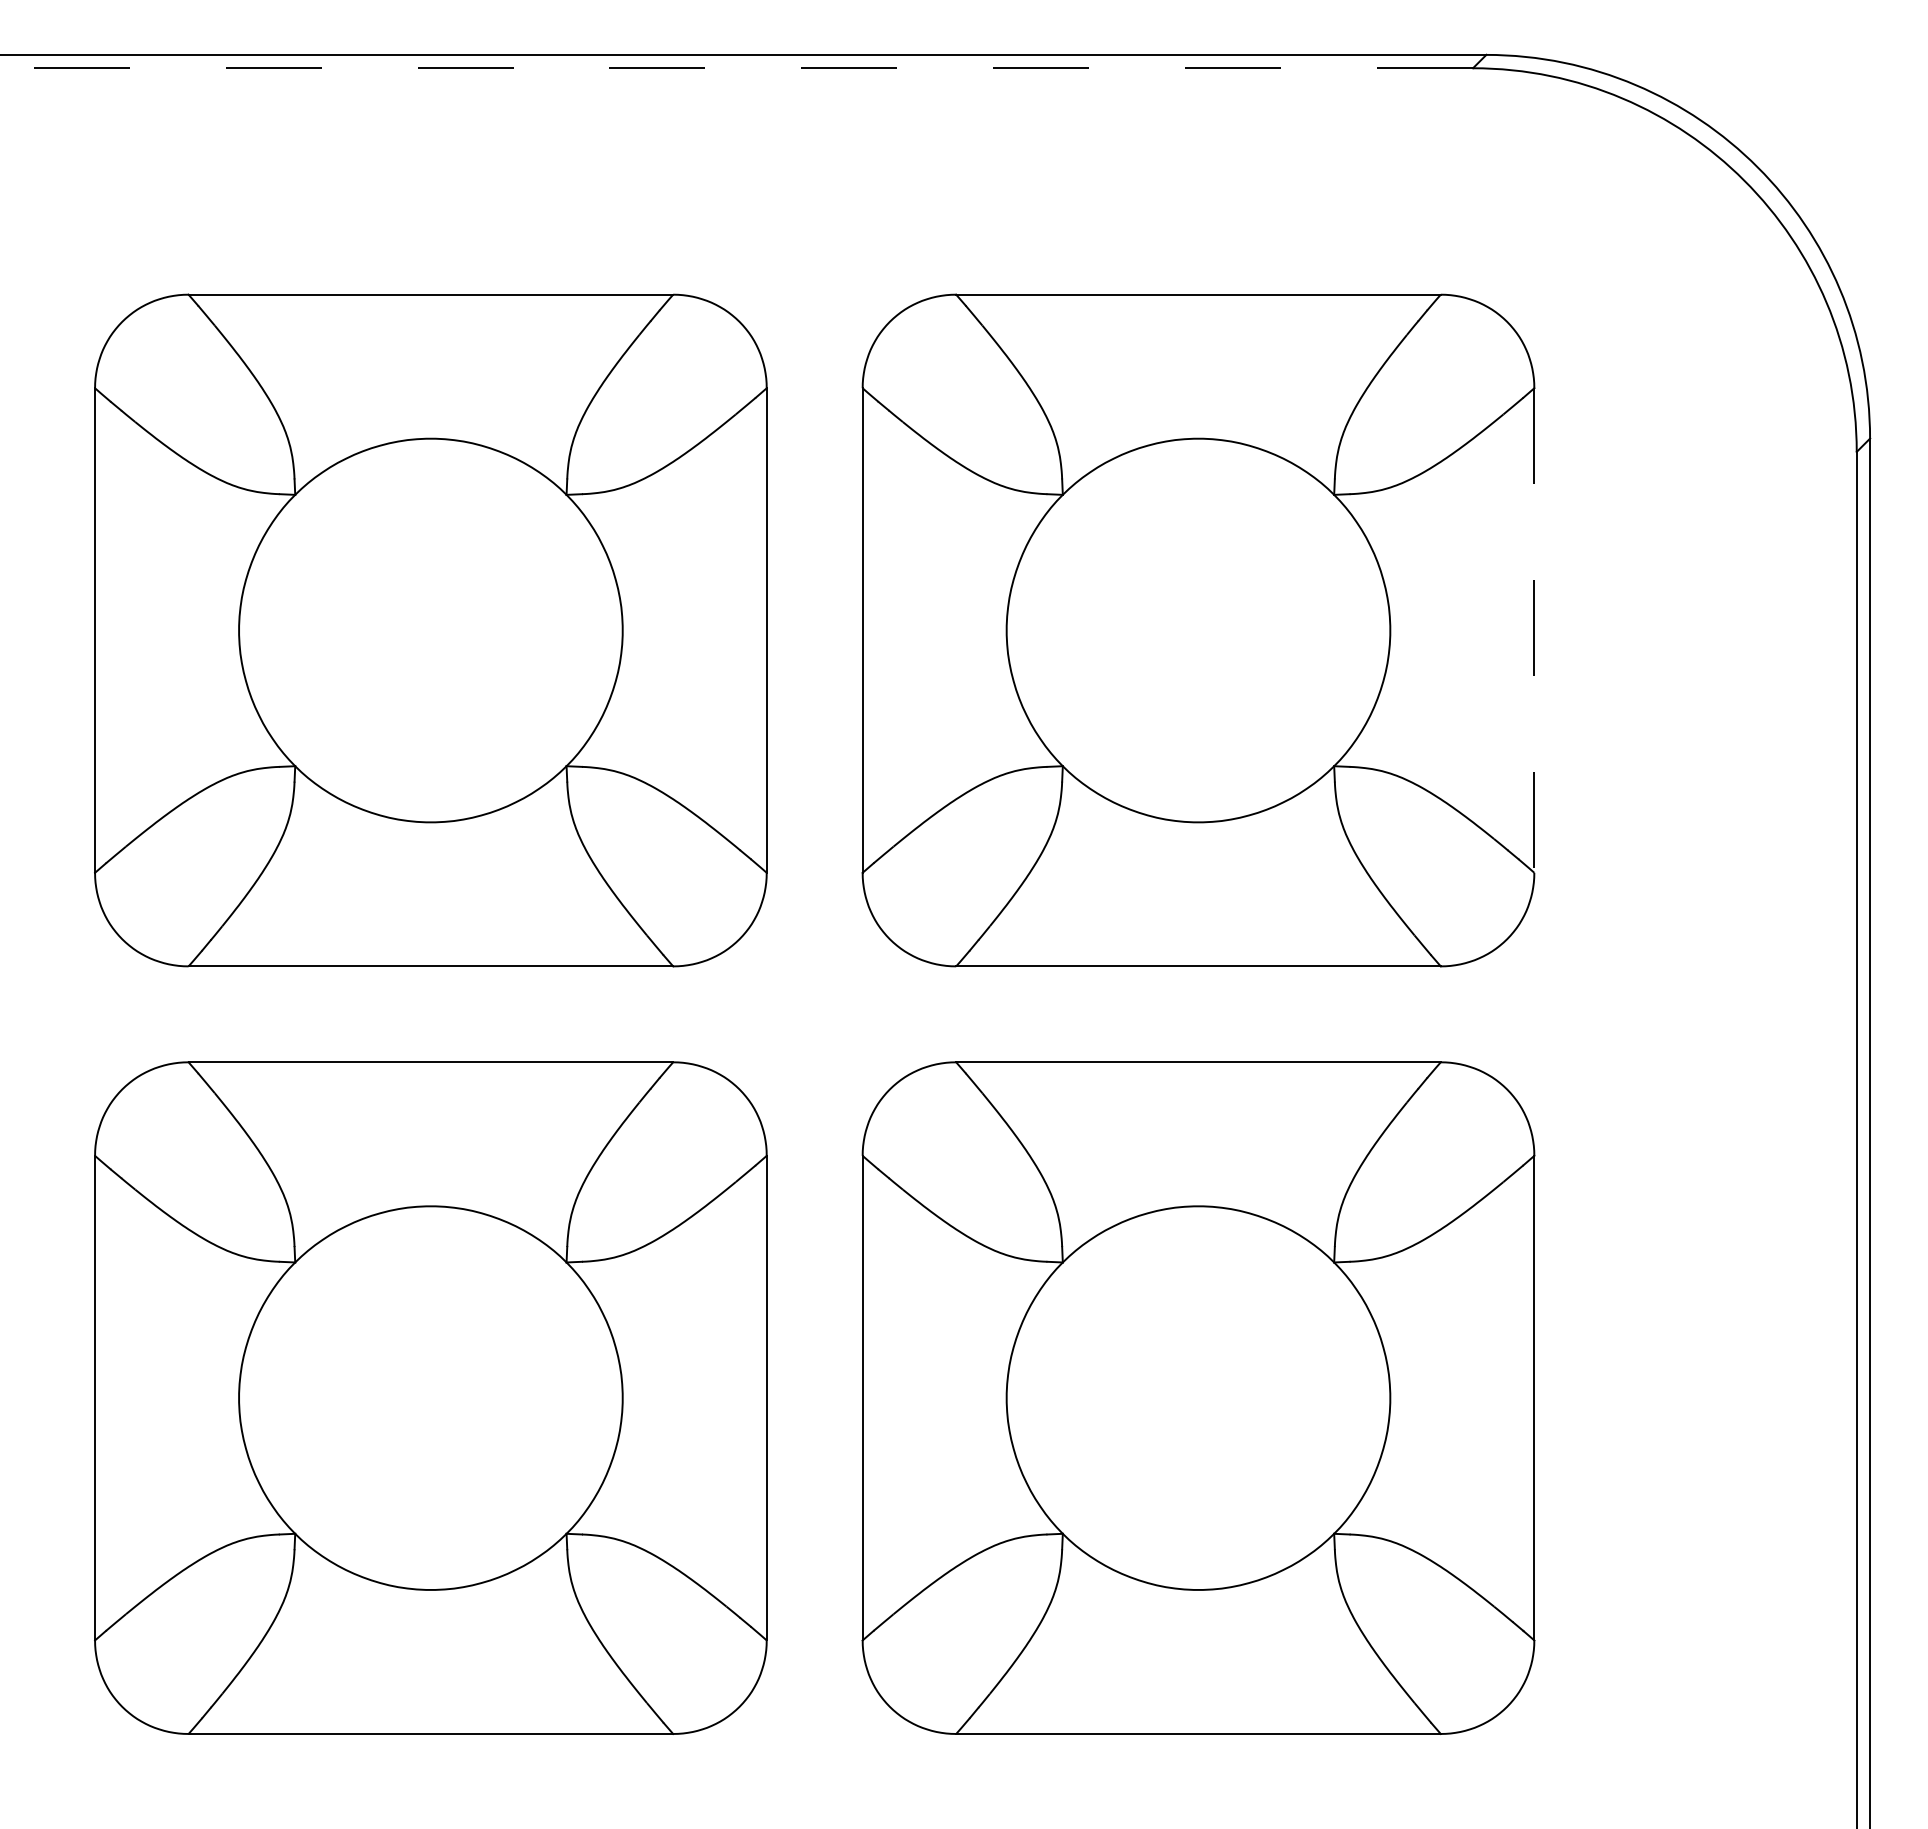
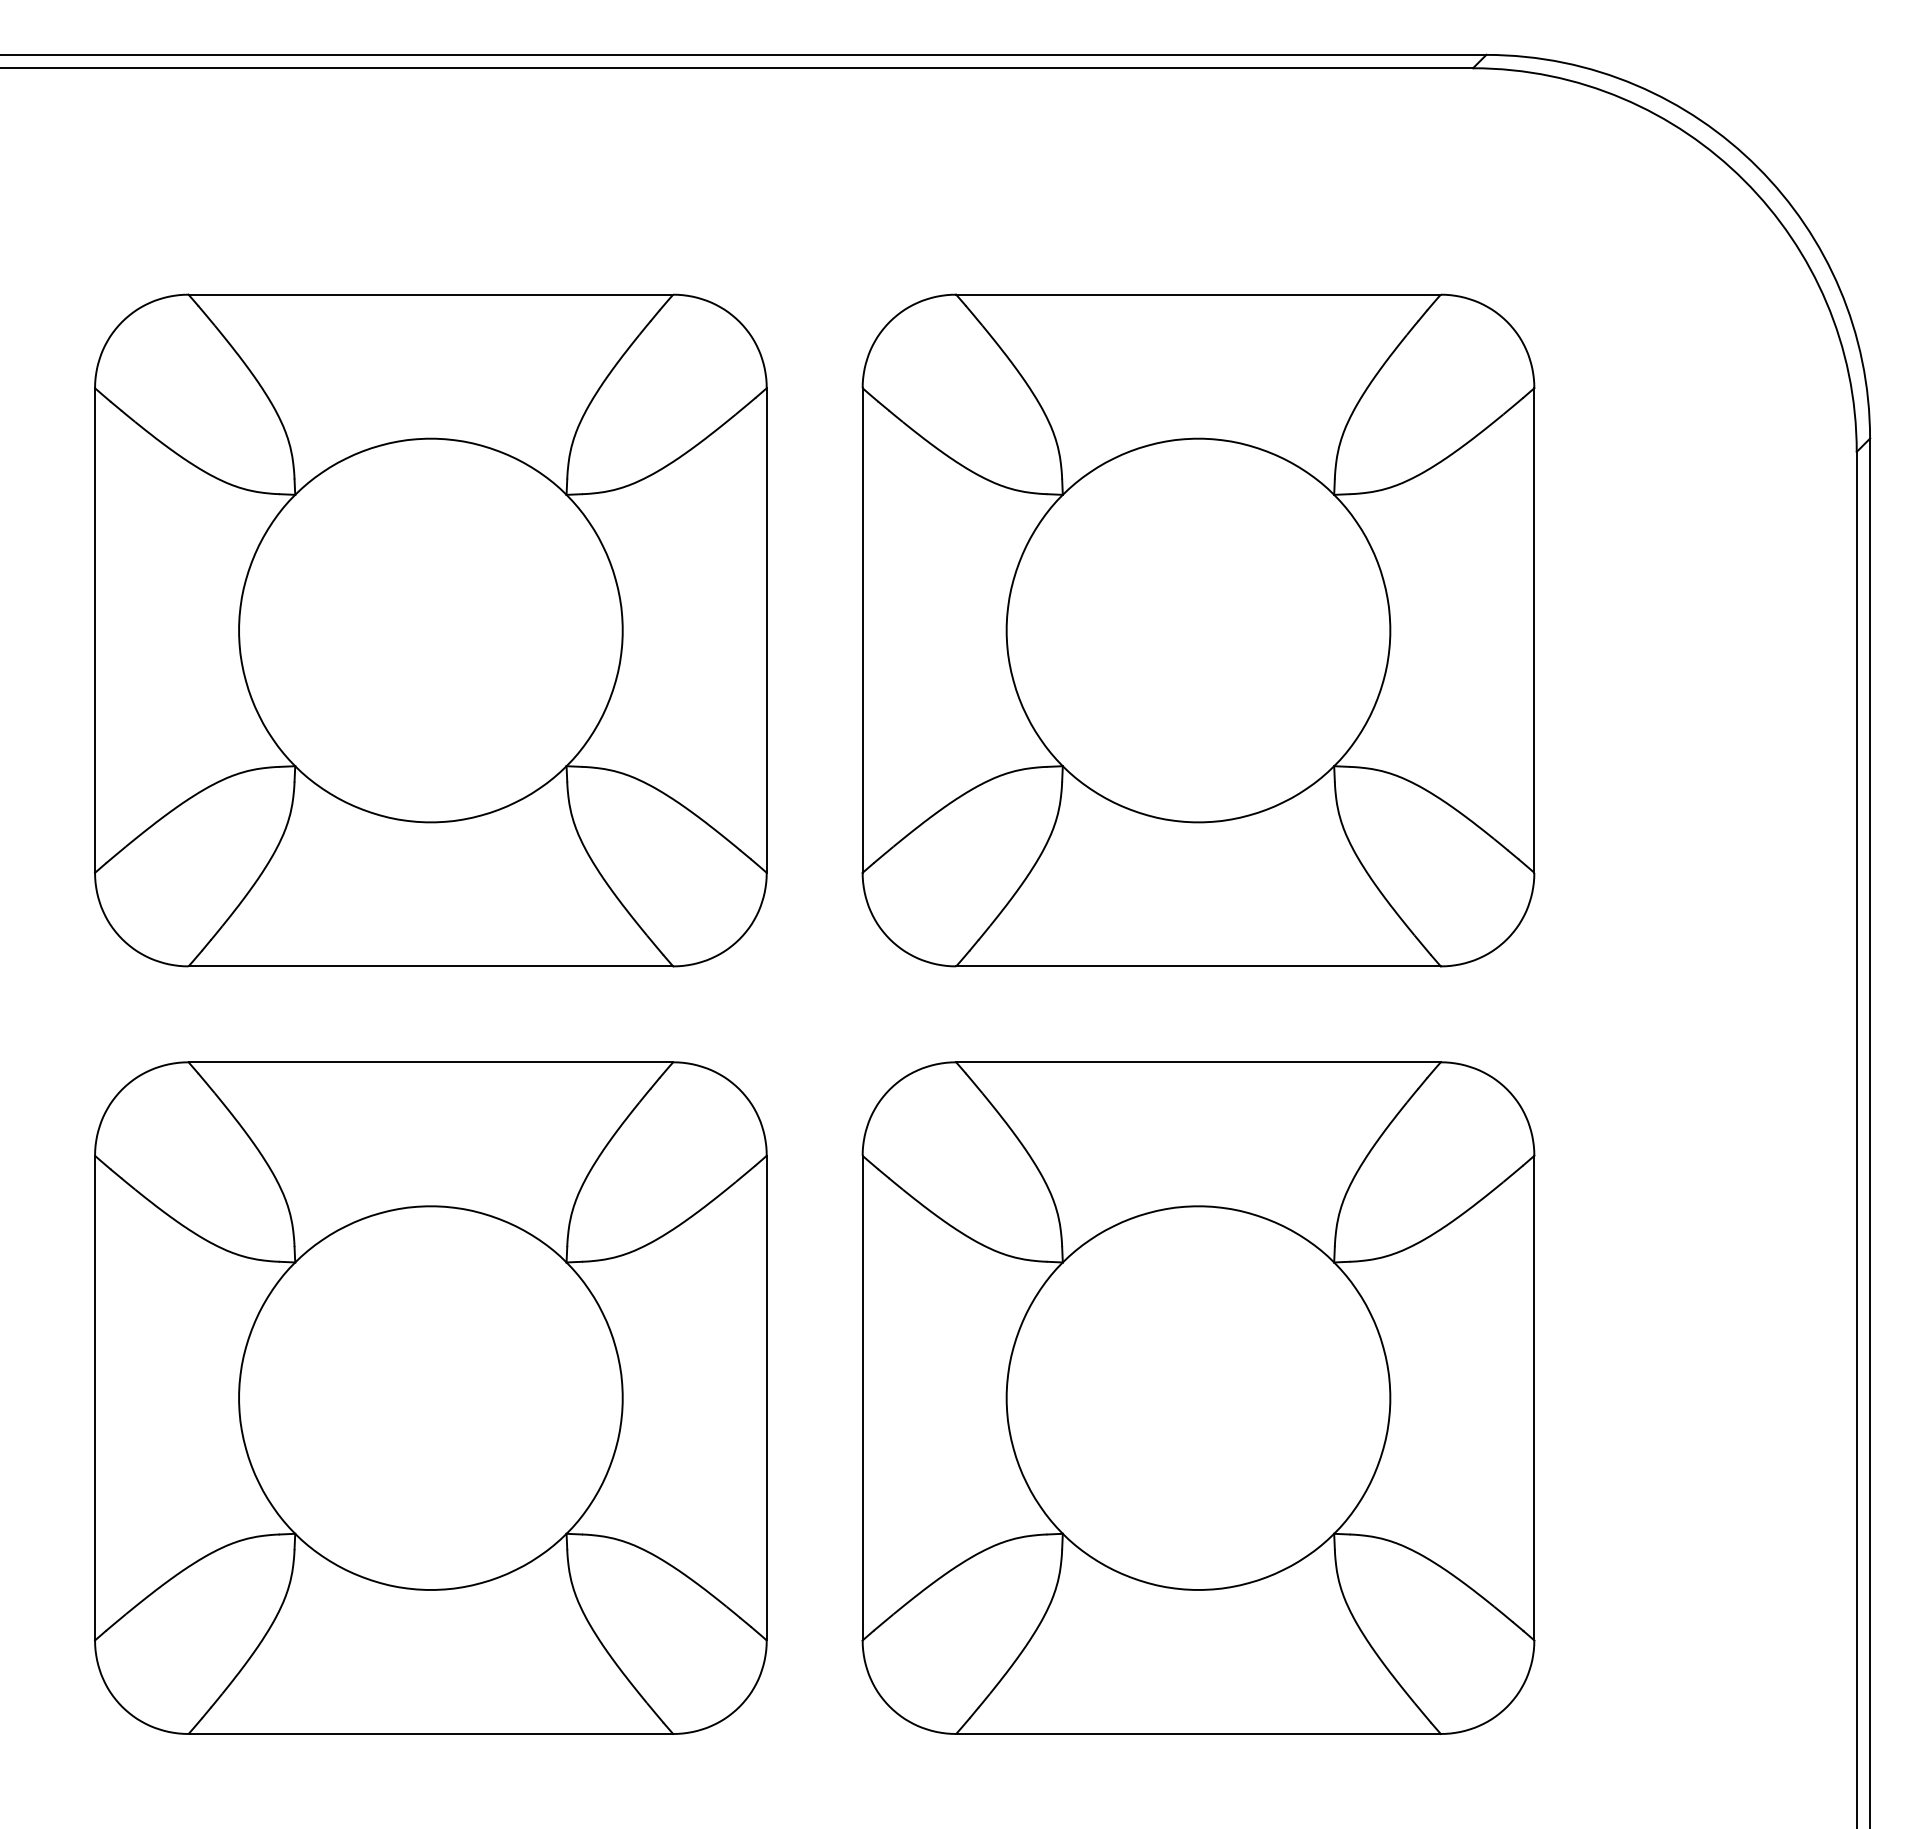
line at (737, 68): dashed -> solid
line at (1534, 631): dashed -> solid
